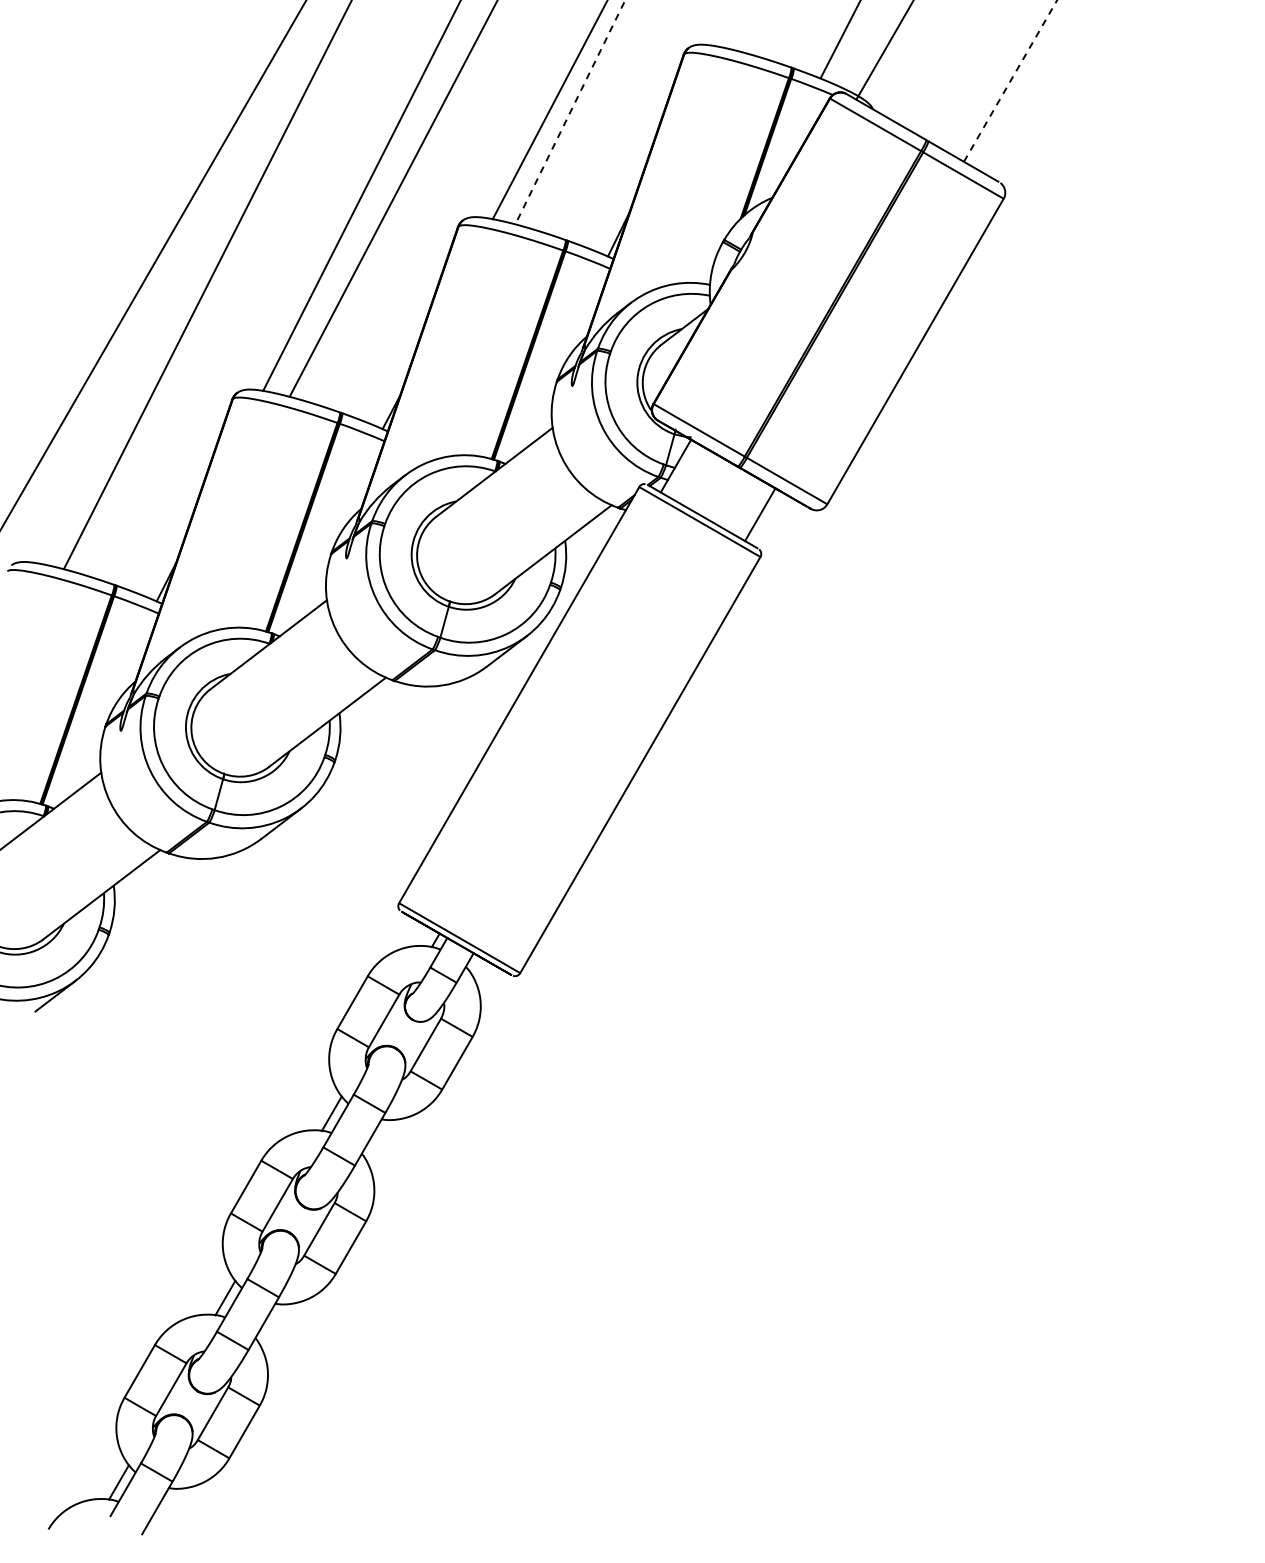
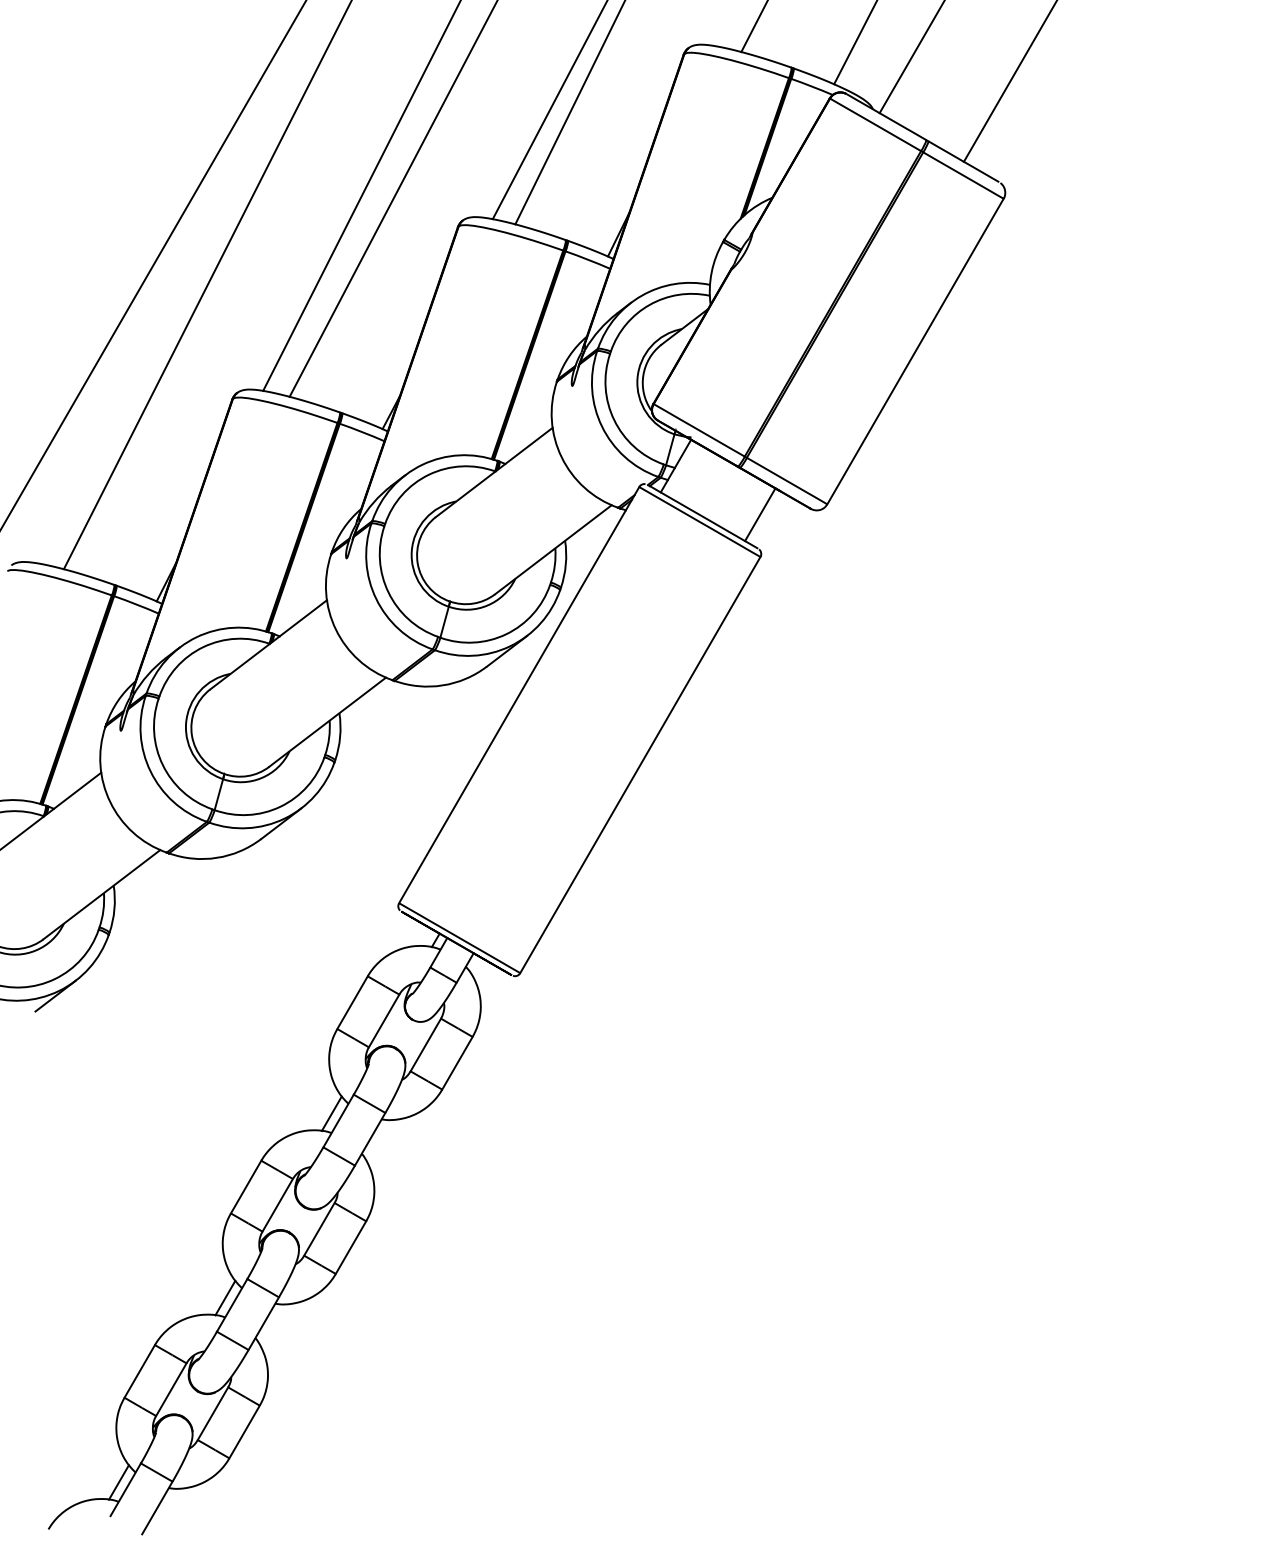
line at (753, 27): none -> present
line at (840, 39) position: (840, 39) -> (855, 43)
line at (884, 50) position: (884, 50) -> (911, 57)
line at (1010, 80): dashed -> solid
line at (569, 113): dashed -> solid
